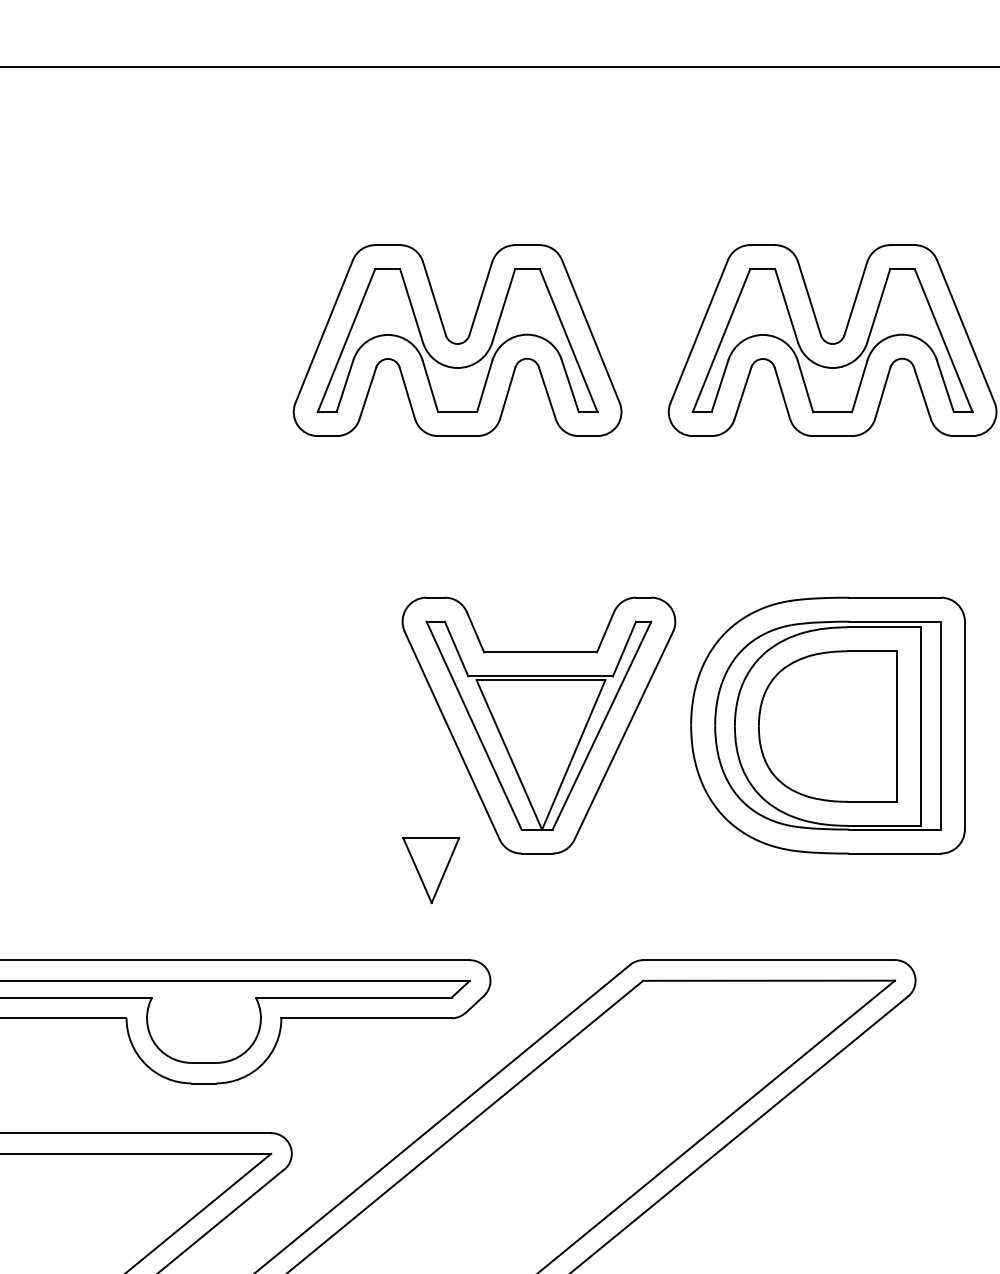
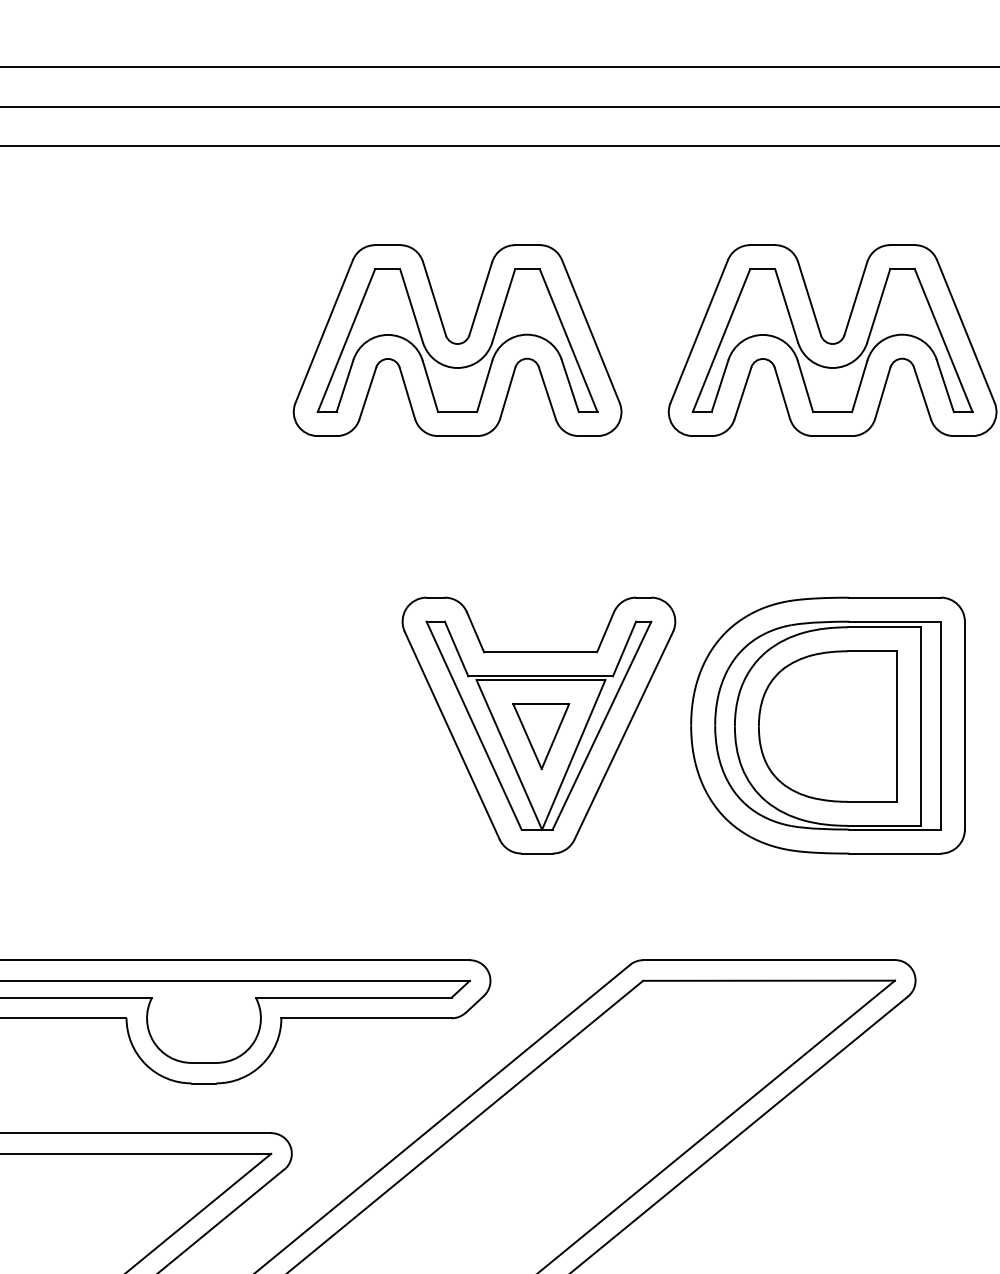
line at (499, 107): none -> present
line at (499, 145): none -> present
part at (431, 870) position: (431, 870) -> (541, 736)
